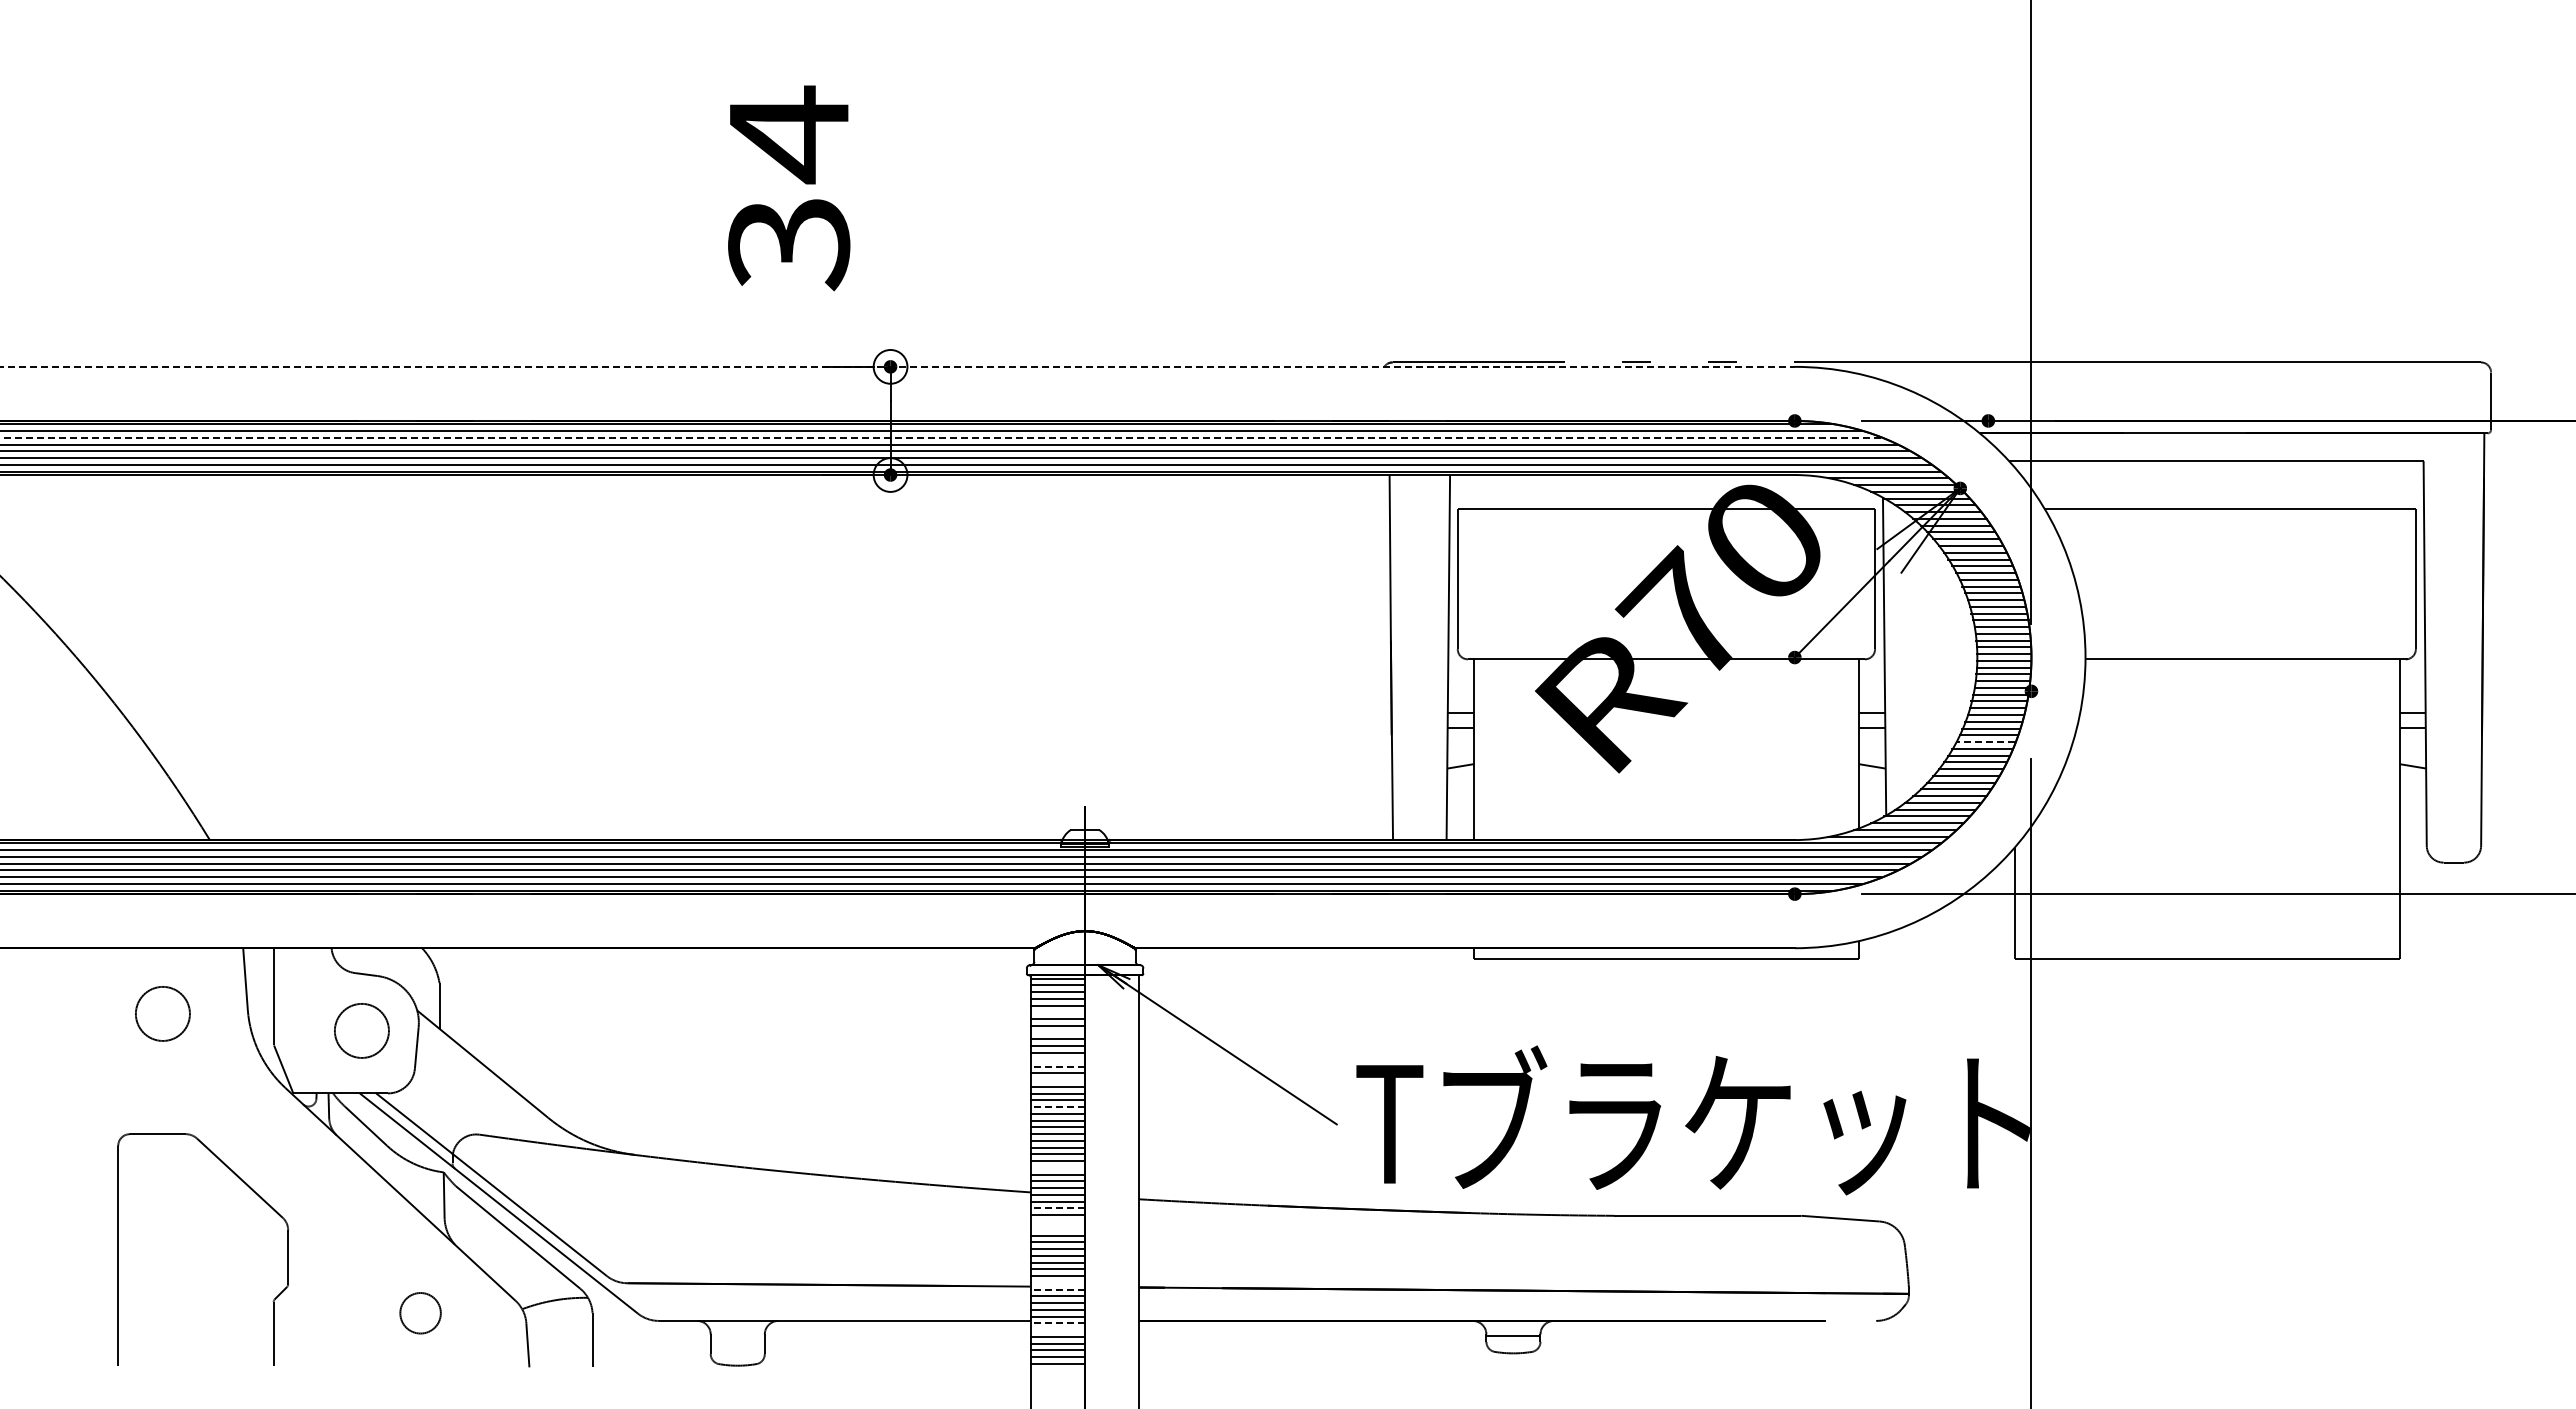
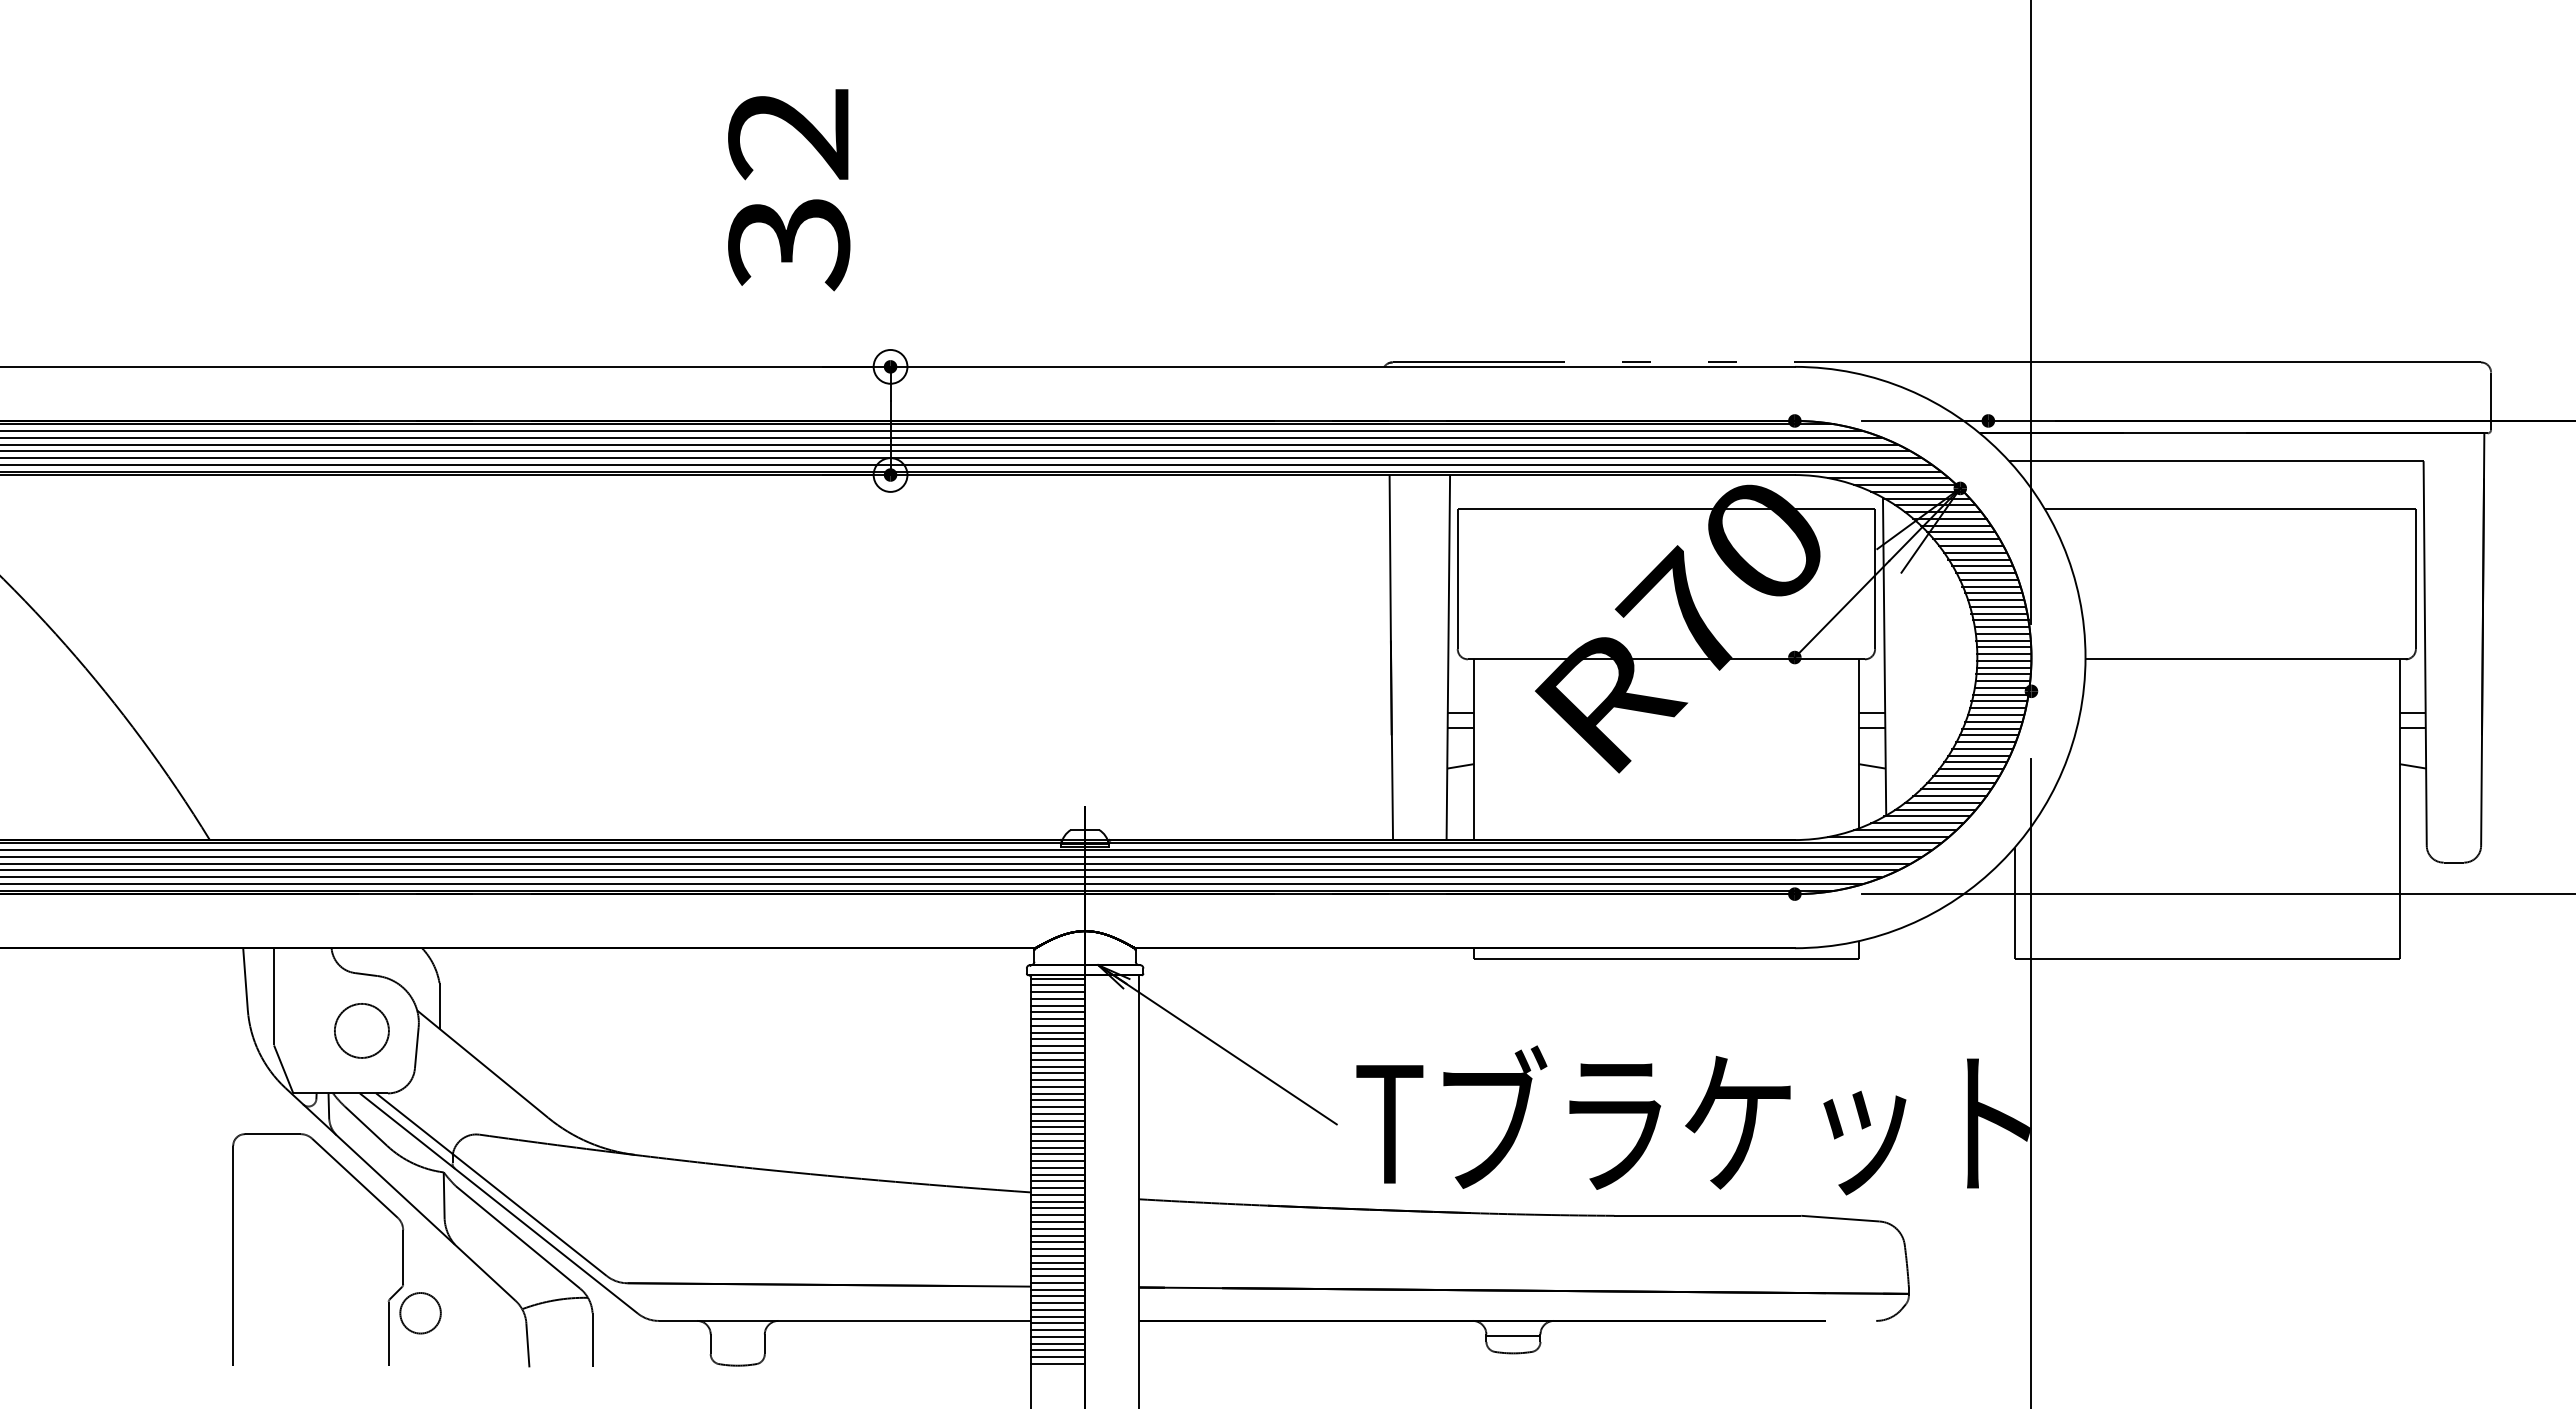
text at (788, 134): 34 -> 32
line at (897, 366): dashed -> solid
line at (939, 437): dashed -> solid
line at (1985, 742): dashed -> solid
line at (1058, 1012): none -> present
part at (162, 1013): present -> none
line at (1058, 1032): none -> present
line at (1058, 1059): none -> present
line at (1057, 1066): dashed -> solid
line at (1058, 1080): none -> present
line at (1057, 1107): dashed -> solid
line at (1058, 1167): none -> present
part at (253, 1192) position: (253, 1192) -> (368, 1192)
line at (1057, 1208): dashed -> solid
line at (1058, 1222): none -> present
line at (1058, 1228): none -> present
line at (1058, 1282): none -> present
line at (1057, 1289): dashed -> solid
line at (1057, 1323): dashed -> solid
line at (1058, 1330): none -> present
